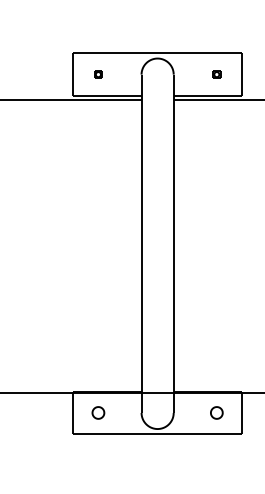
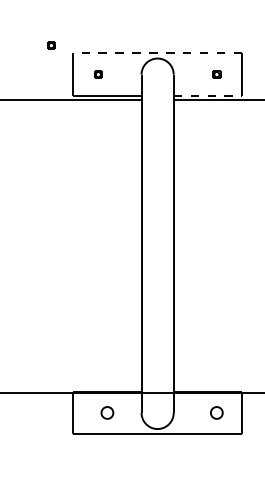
part at (51, 45): none -> present
line at (157, 53): solid -> dashed
line at (208, 95): solid -> dashed
part at (98, 412) position: (98, 412) -> (107, 412)
